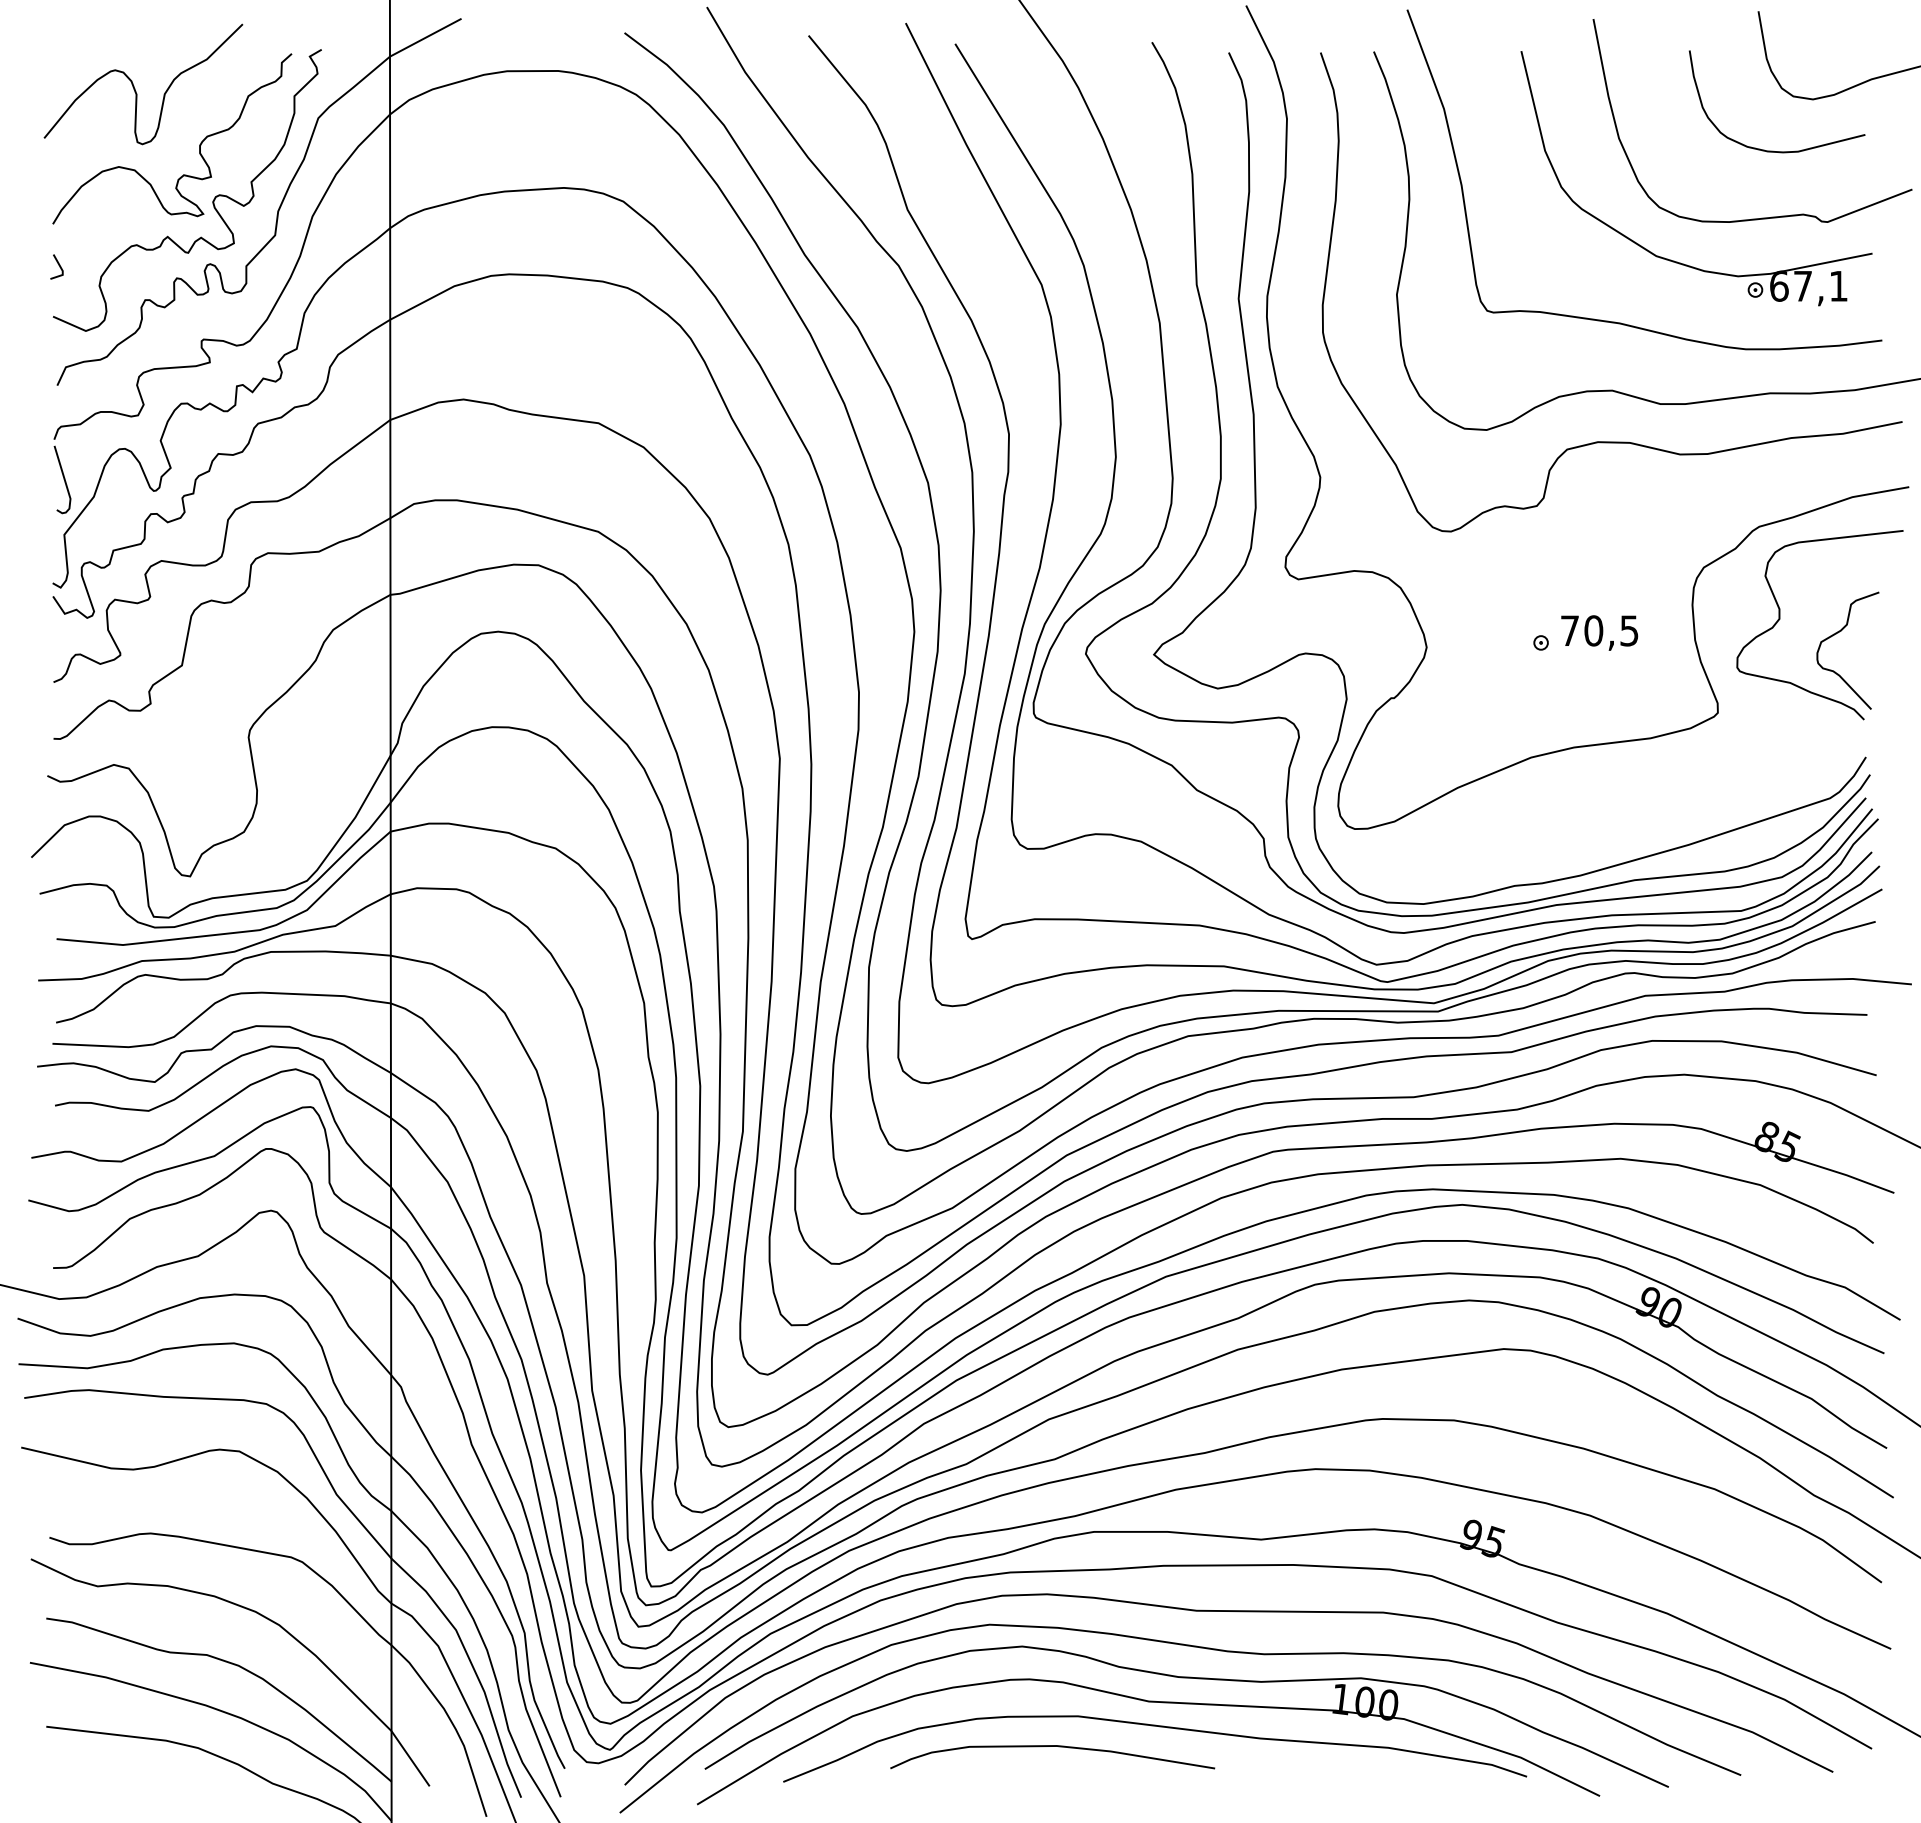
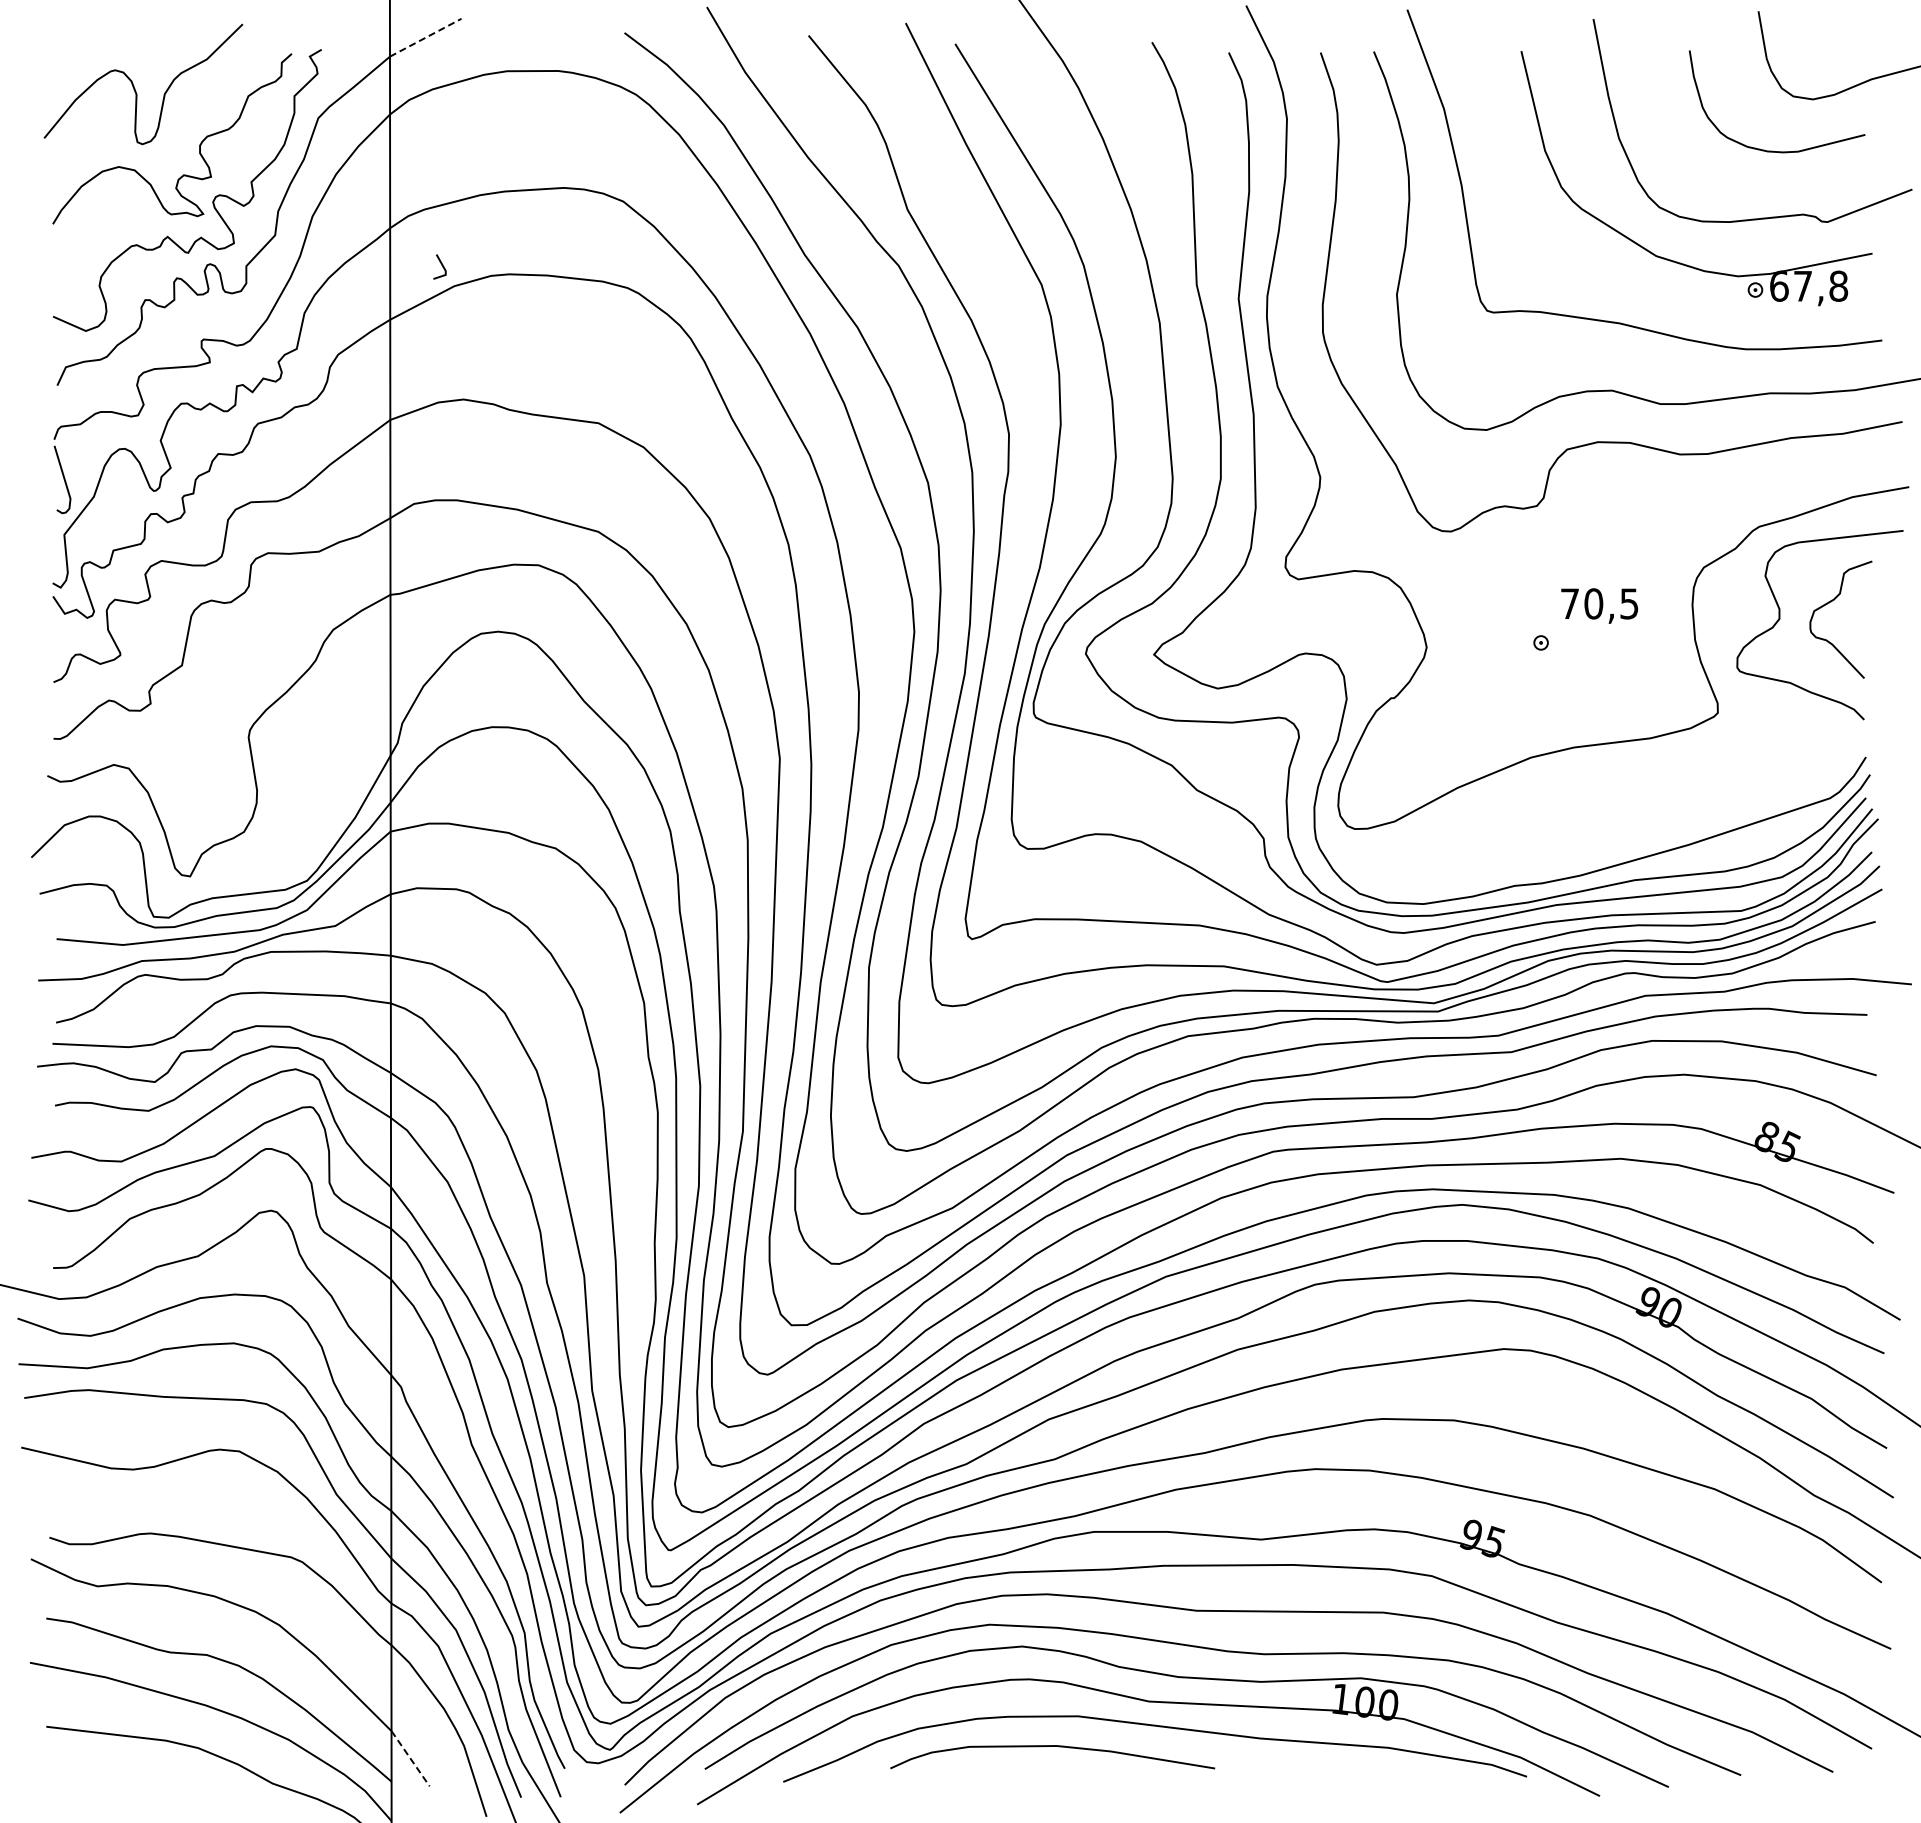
line at (425, 37): solid -> dashed
line at (58, 265) position: (58, 265) -> (441, 265)
text at (1838, 285): 67,1 -> 67,8
text at (1599, 632) position: (1599, 632) -> (1599, 605)
curve at (1838, 633) position: (1838, 633) -> (1831, 602)
line at (410, 1758): solid -> dashed
